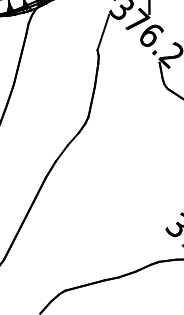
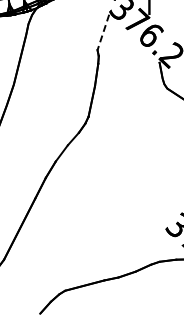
line at (103, 32): solid -> dashed
